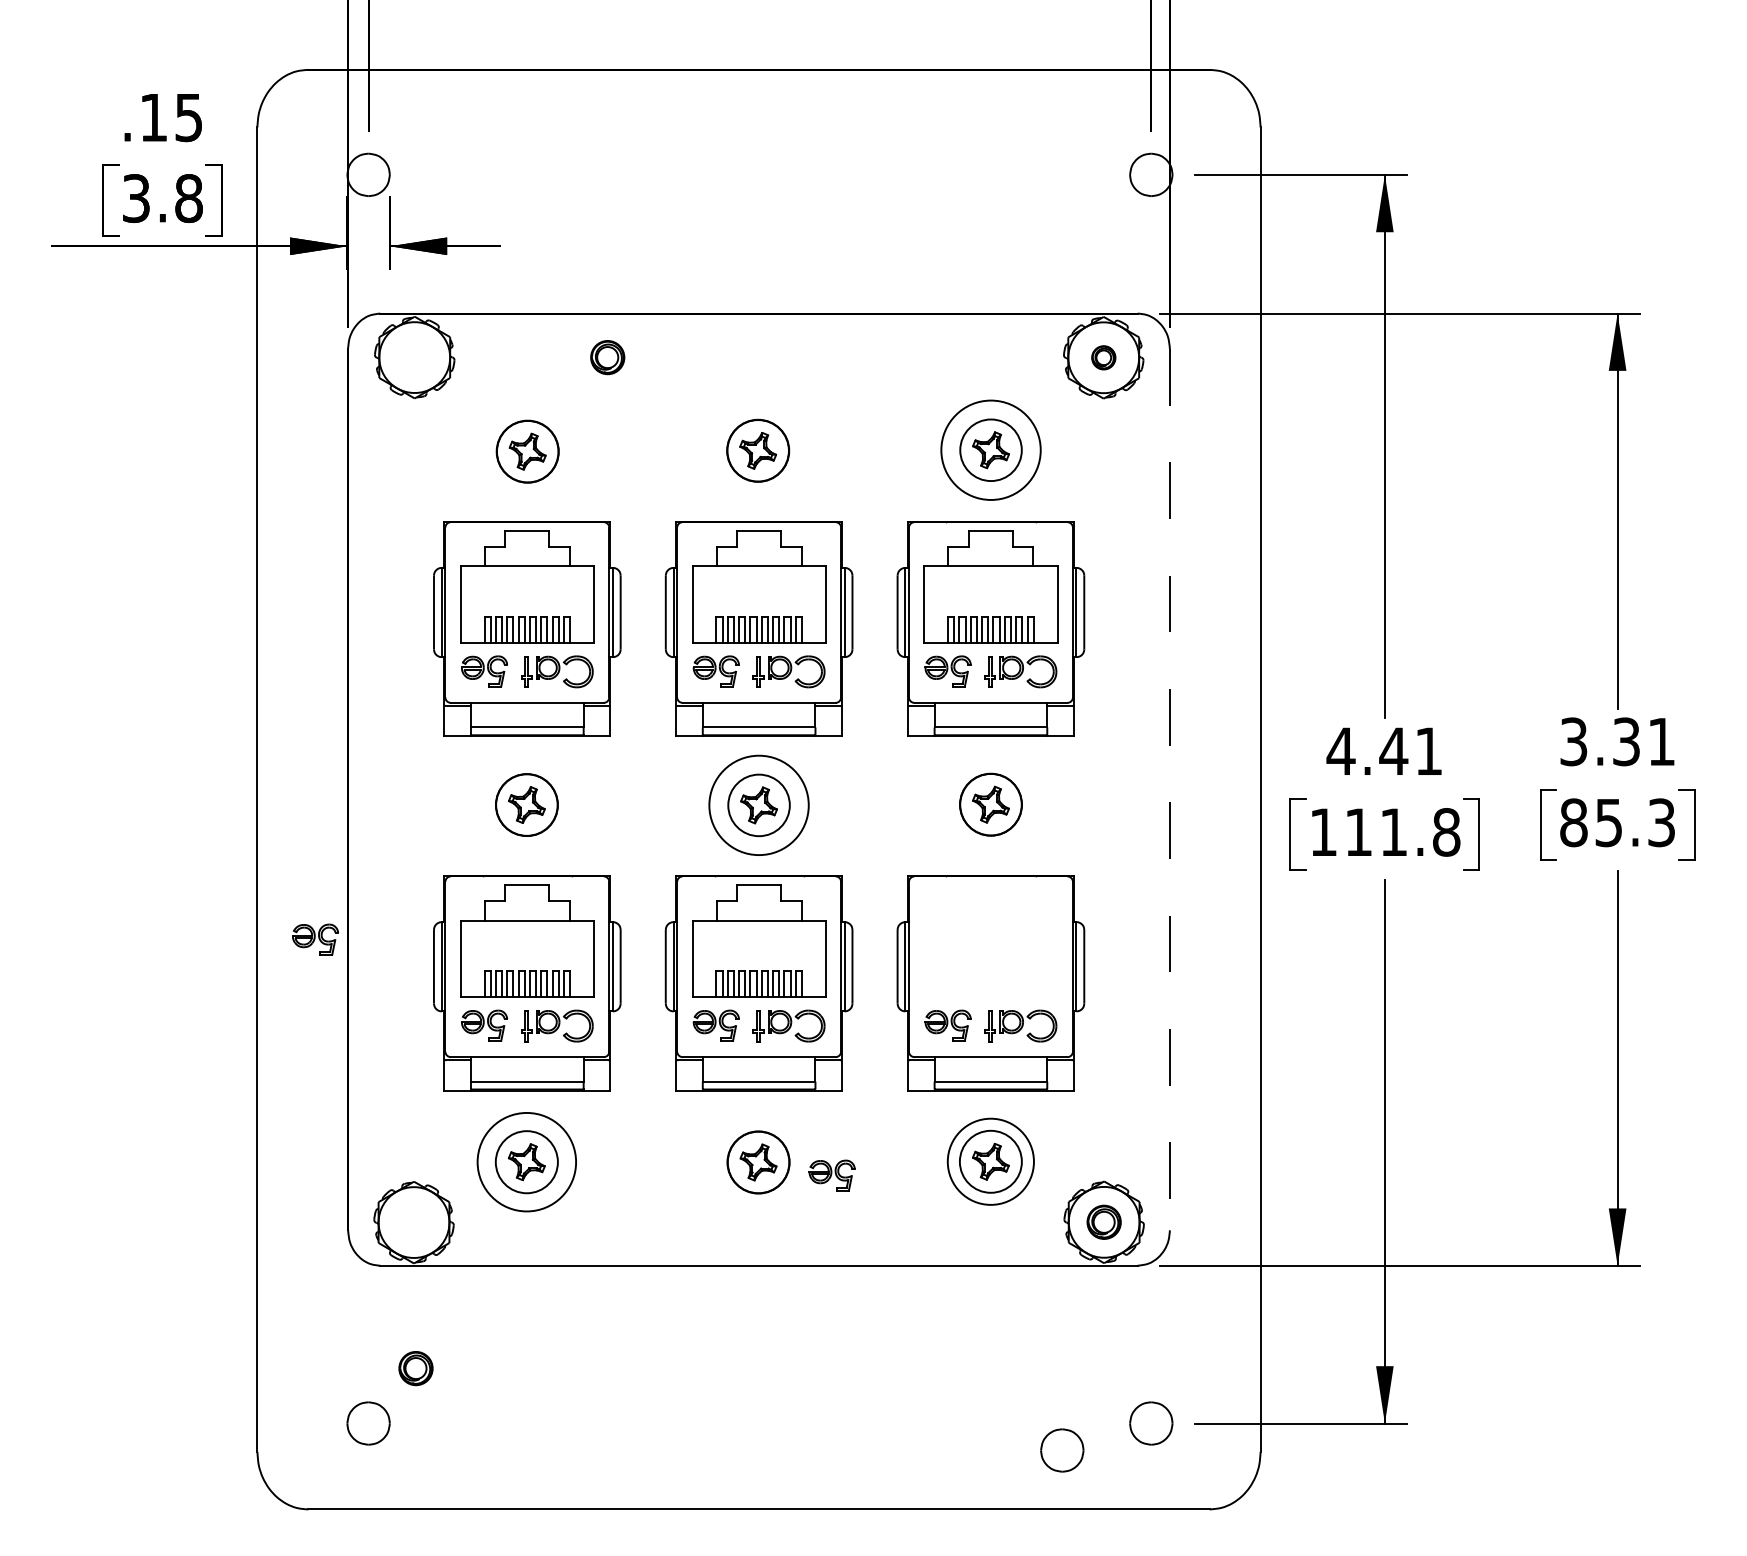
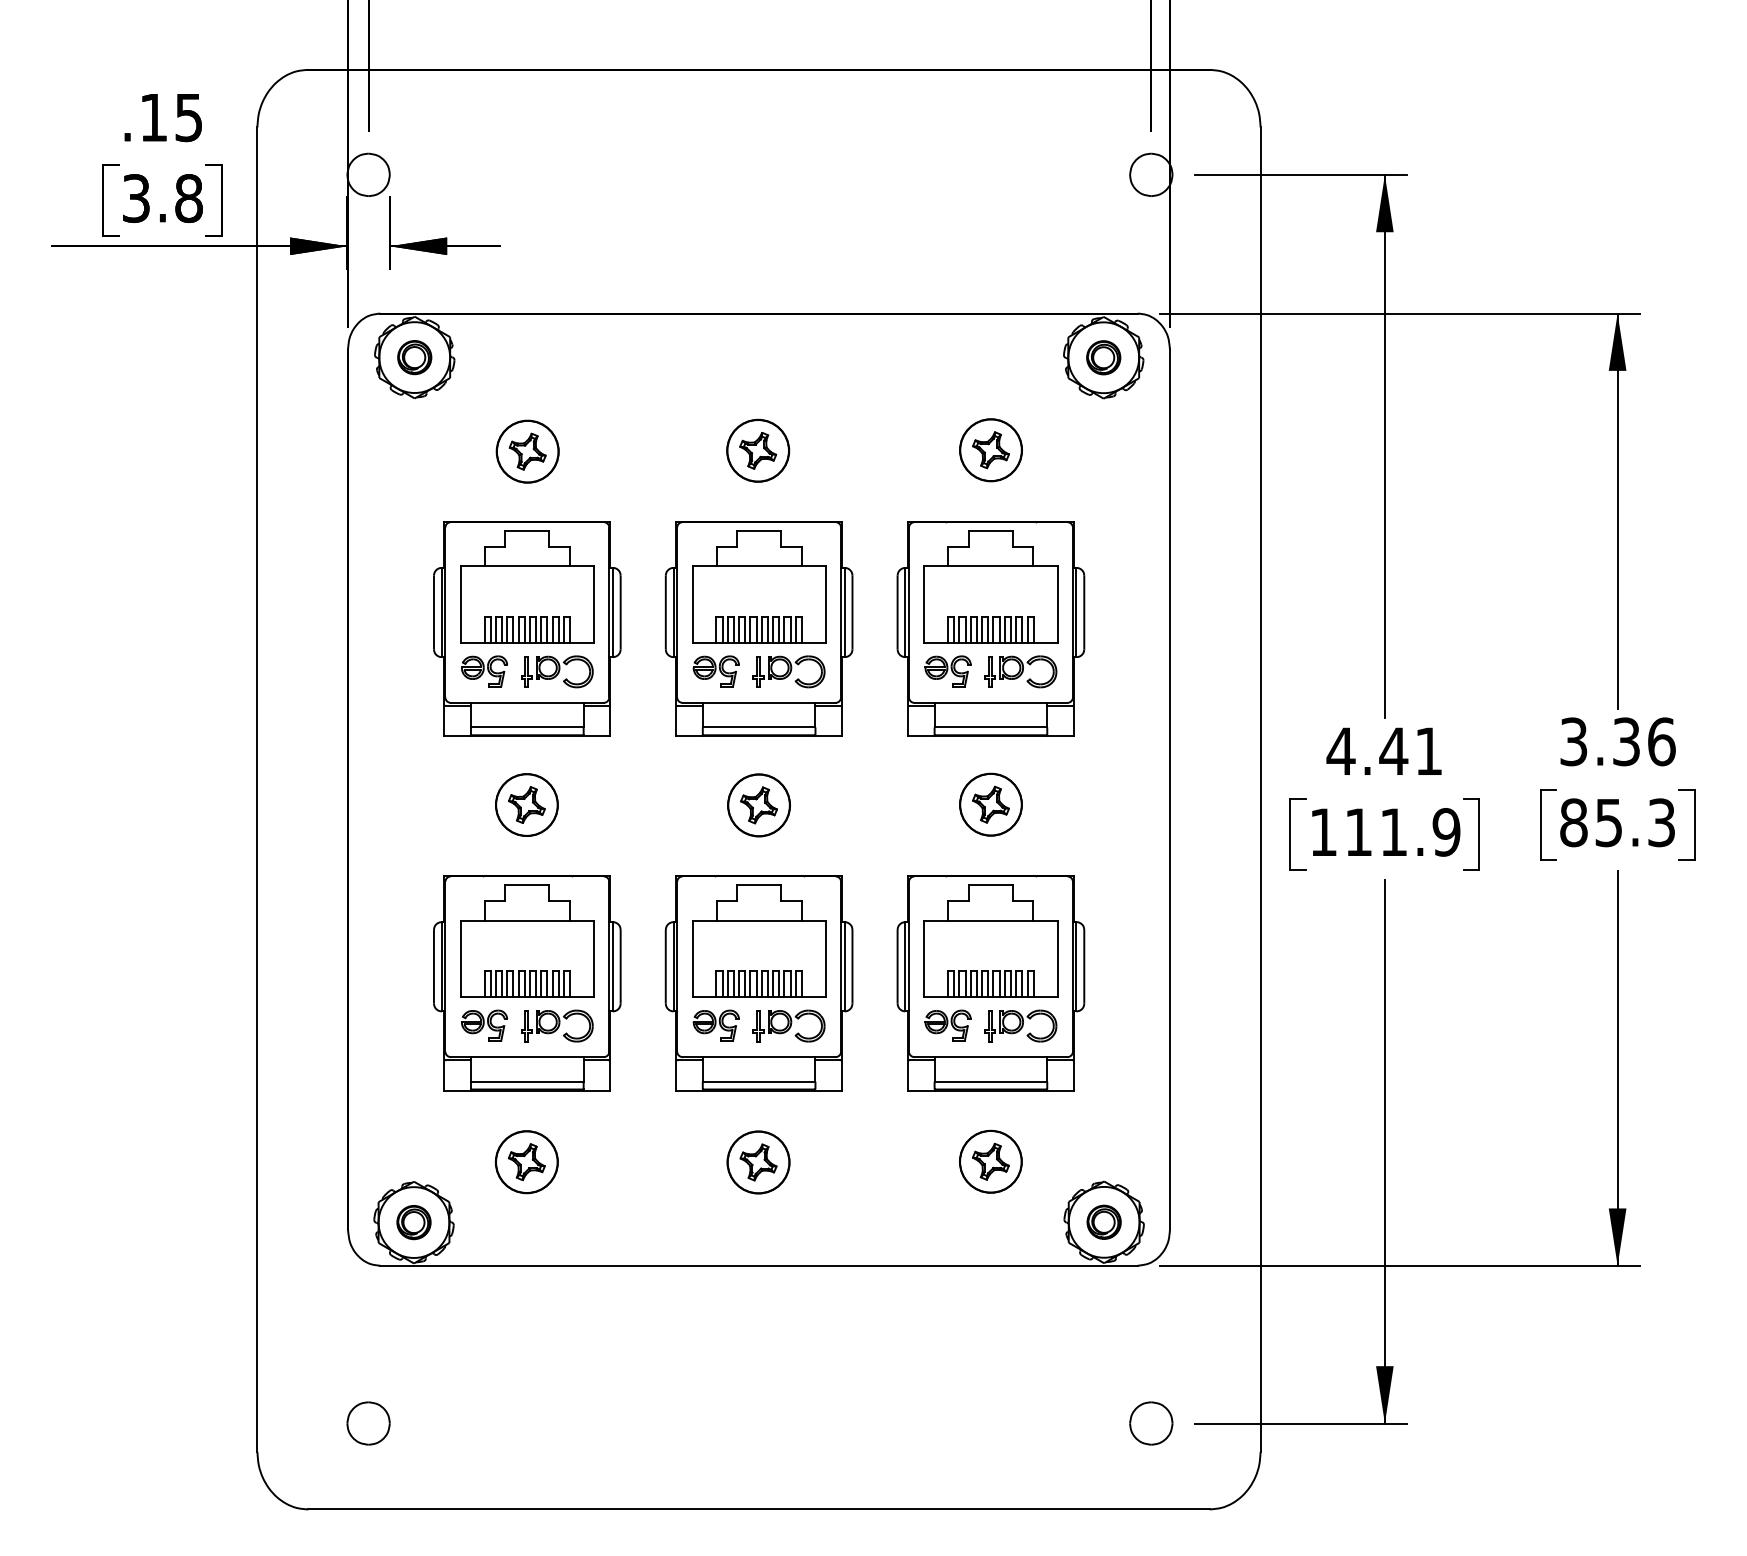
part at (607, 357) position: (607, 357) -> (414, 357)
part at (1103, 357) size: 26x26 px -> 36x36 px
circle at (990, 449) diameter: 99 px -> 62 px
text at (1661, 741): 3.31 -> 3.36
line at (1169, 789): dashed -> solid
circle at (758, 805) diameter: 99 px -> 62 px
text at (1446, 832): 111.8 -> 111.9
part at (315, 939): present -> none
part at (990, 940): none -> present
circle at (526, 1161) diameter: 98 px -> 62 px
circle at (990, 1161) diameter: 86 px -> 62 px
part at (831, 1175): present -> none
part at (415, 1368) position: (415, 1368) -> (413, 1222)
part at (1062, 1450): present -> none
